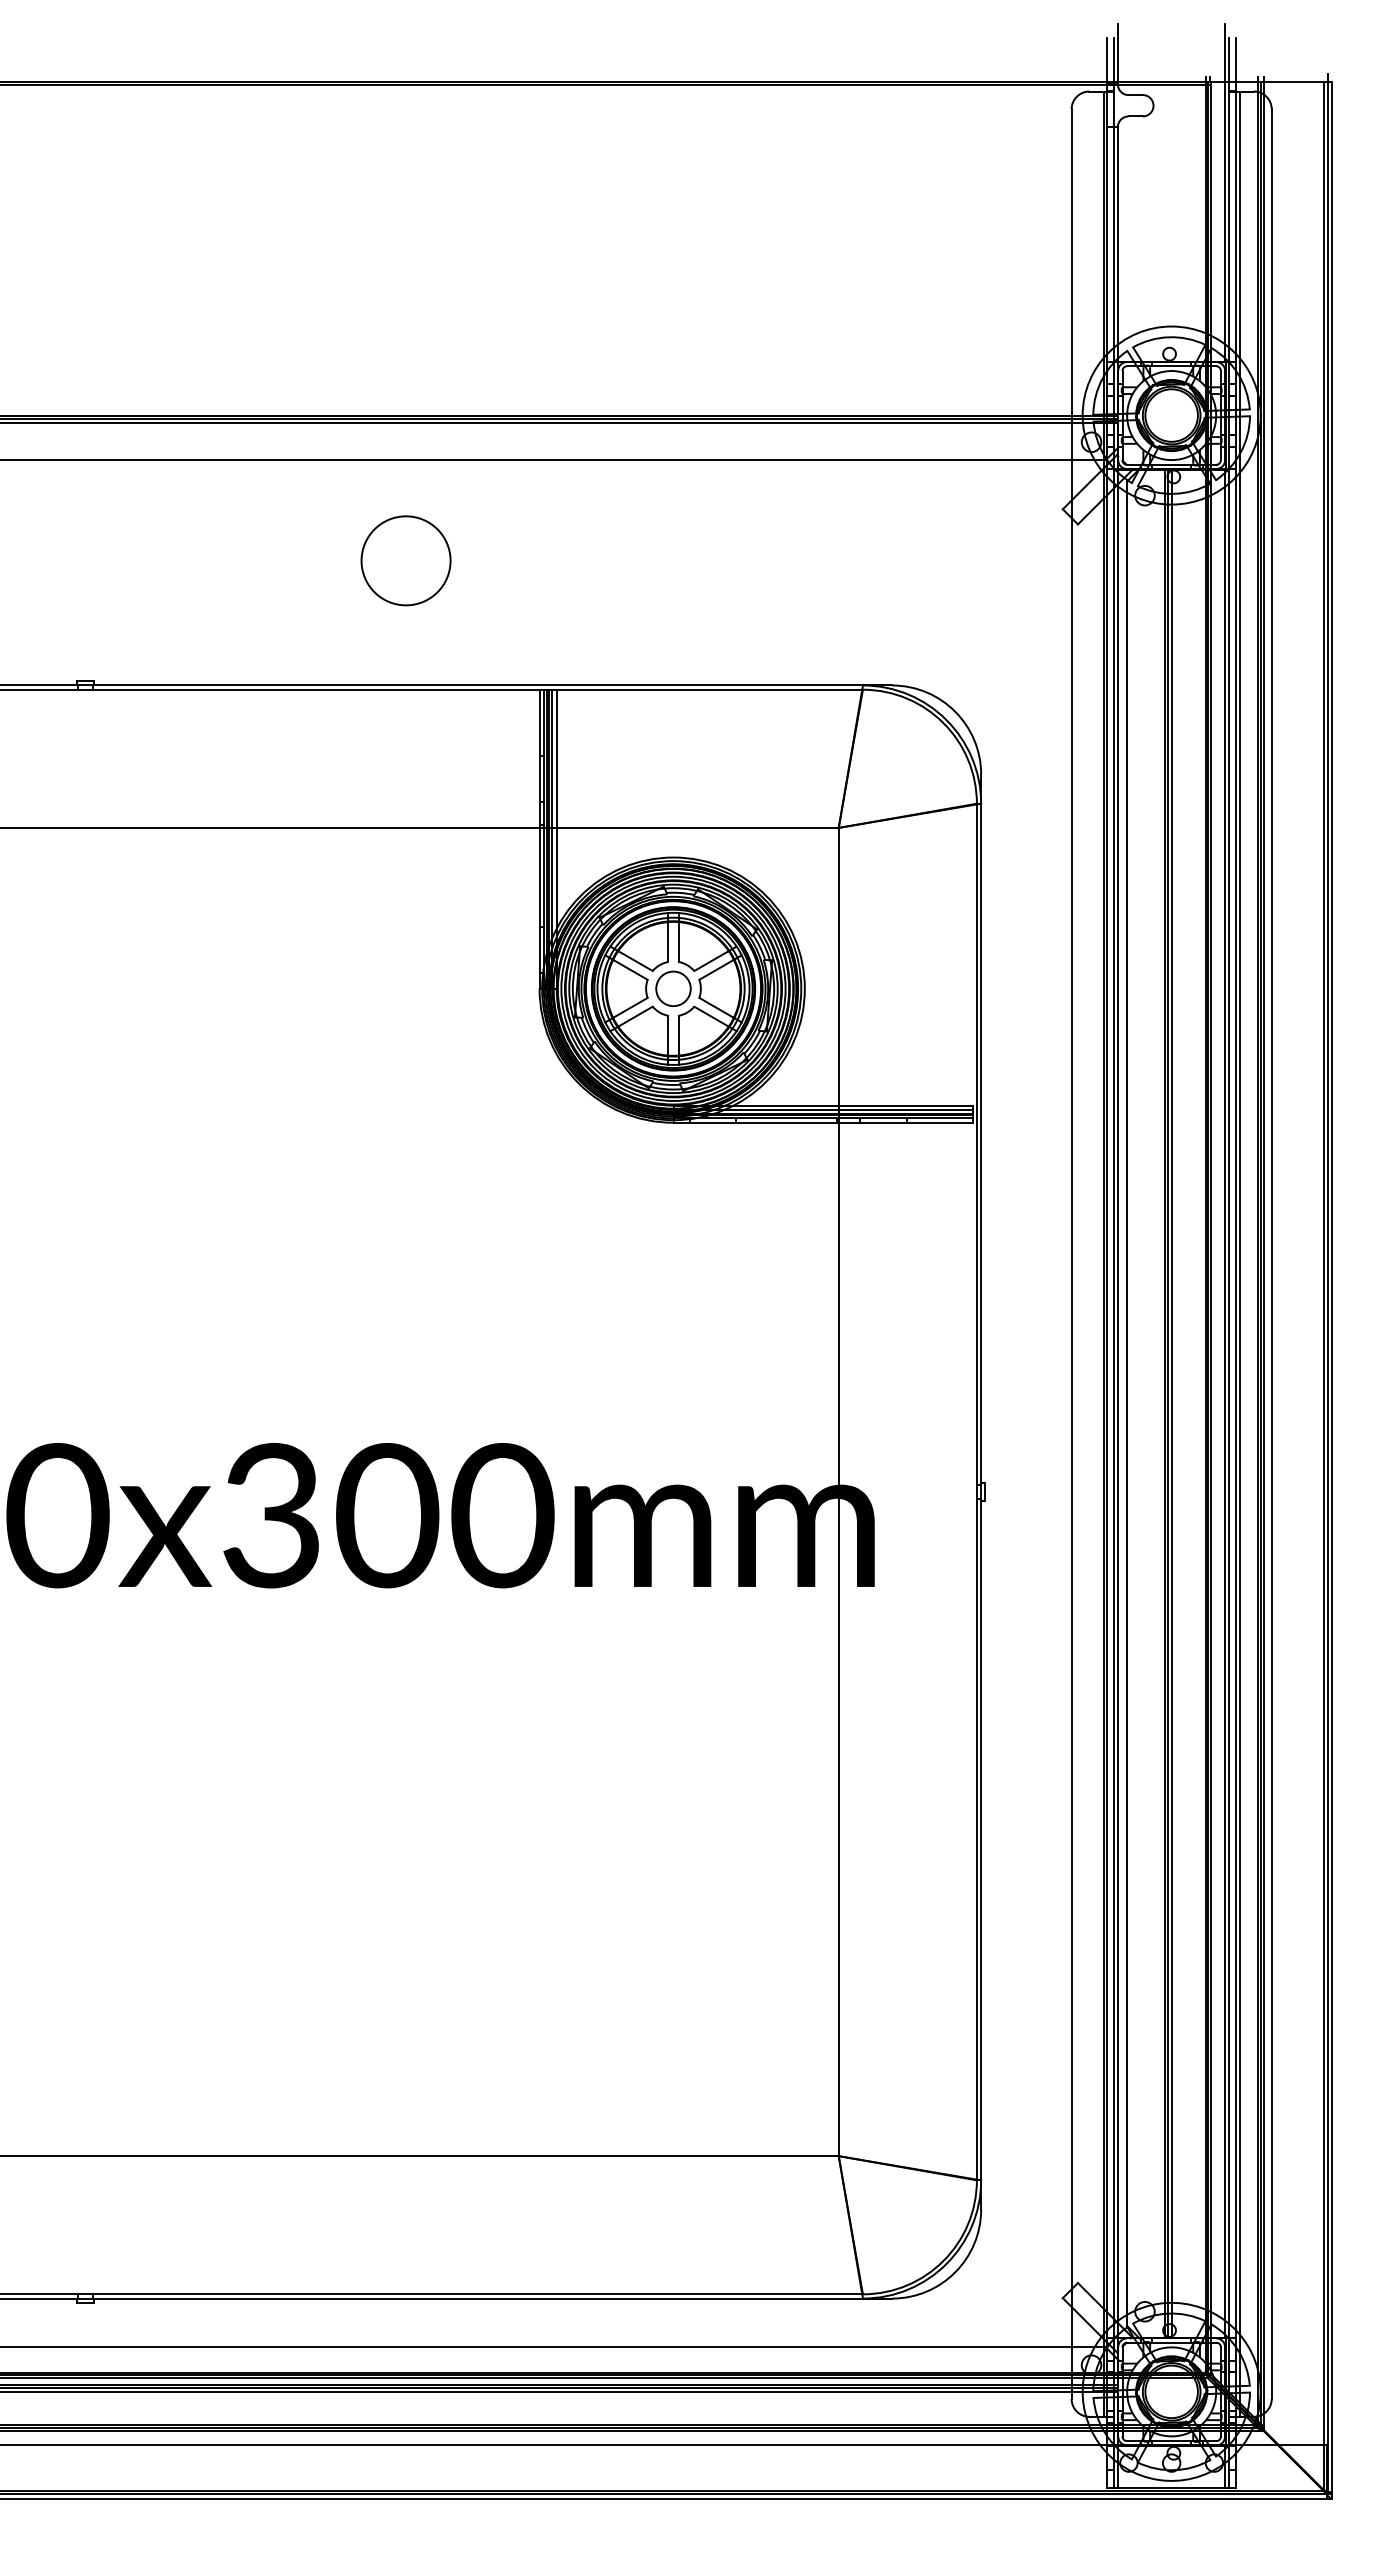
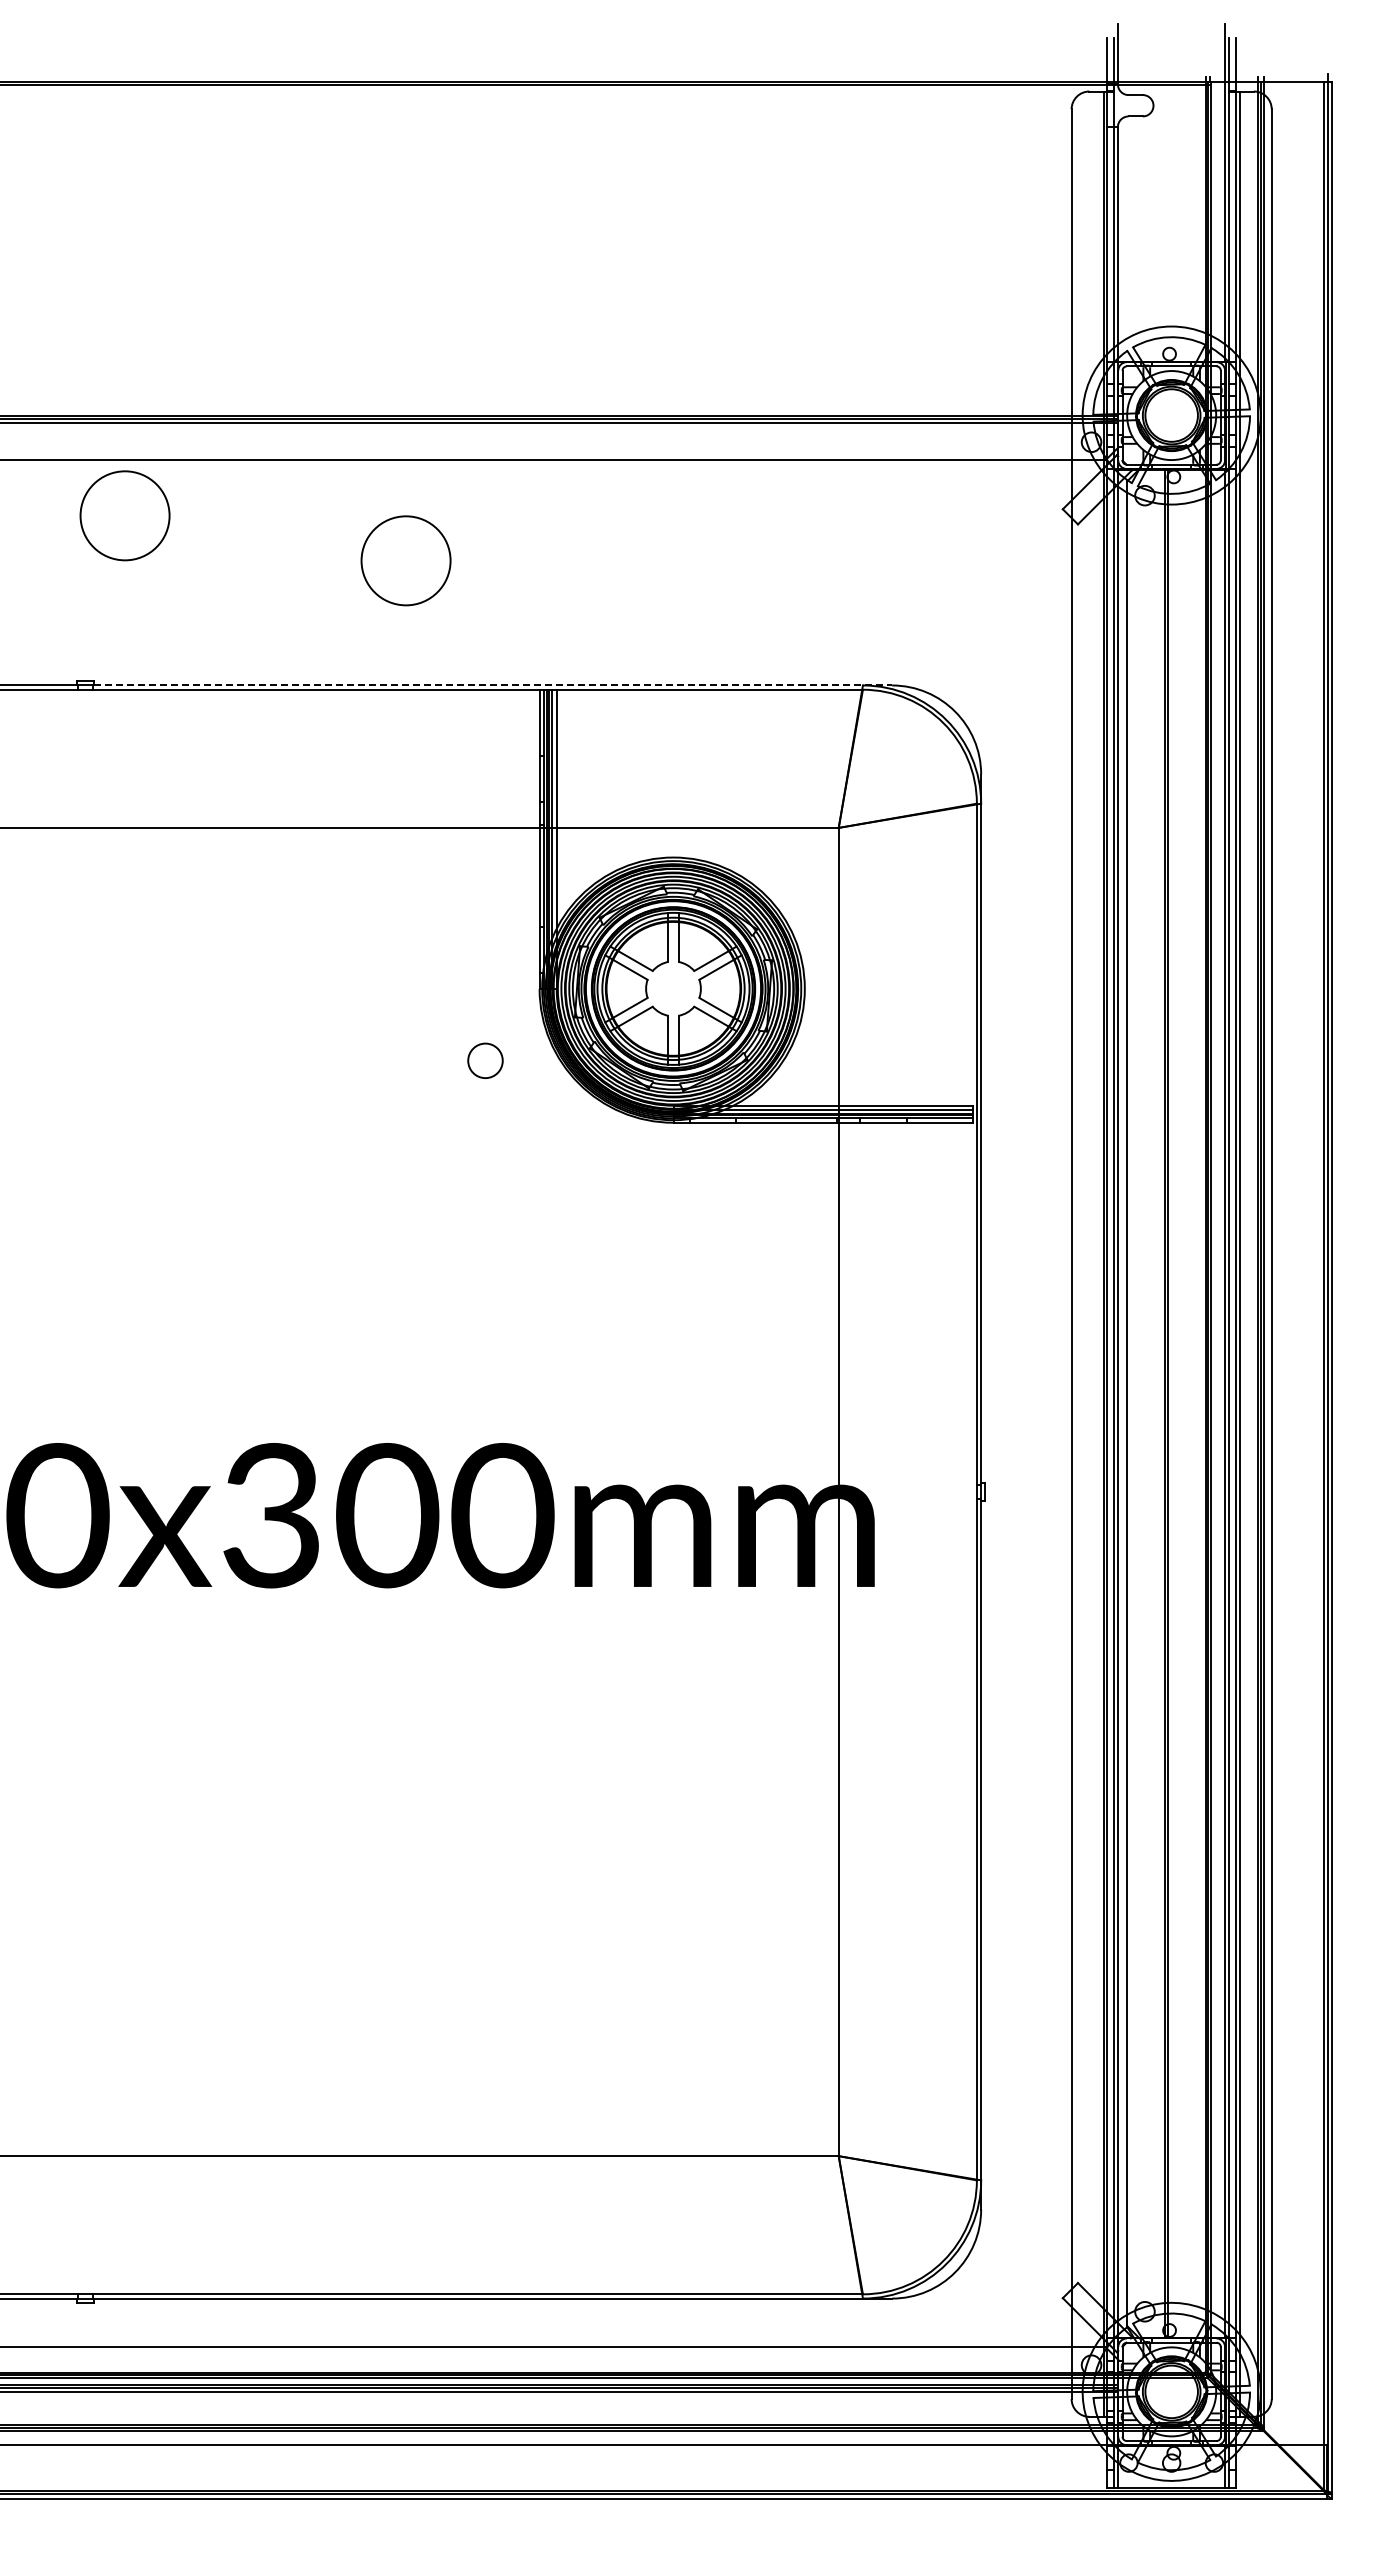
circle at (124, 515): none -> present
line at (493, 685): solid -> dashed
circle at (673, 988) position: (673, 988) -> (485, 1060)
line at (1171, 1403): present -> none
